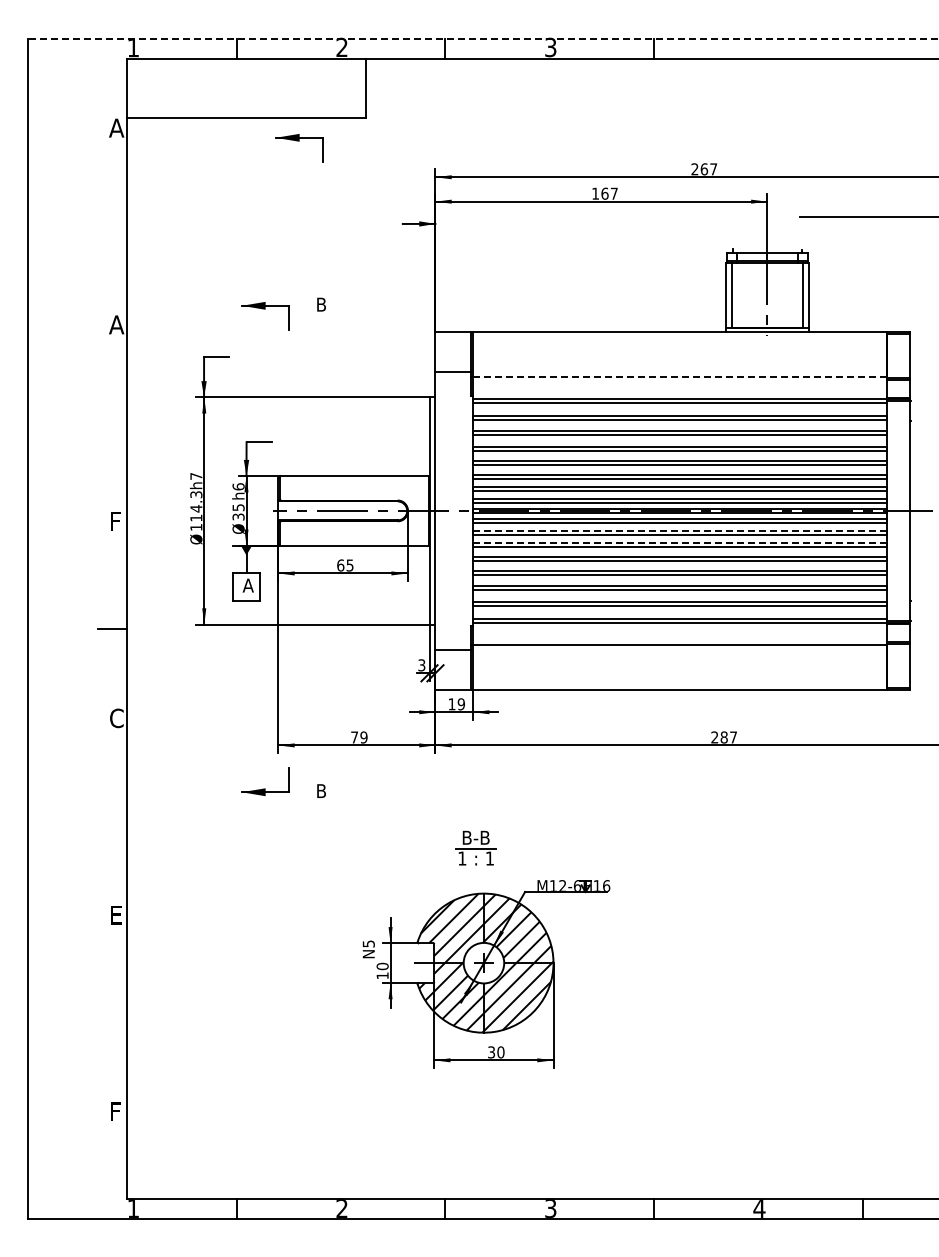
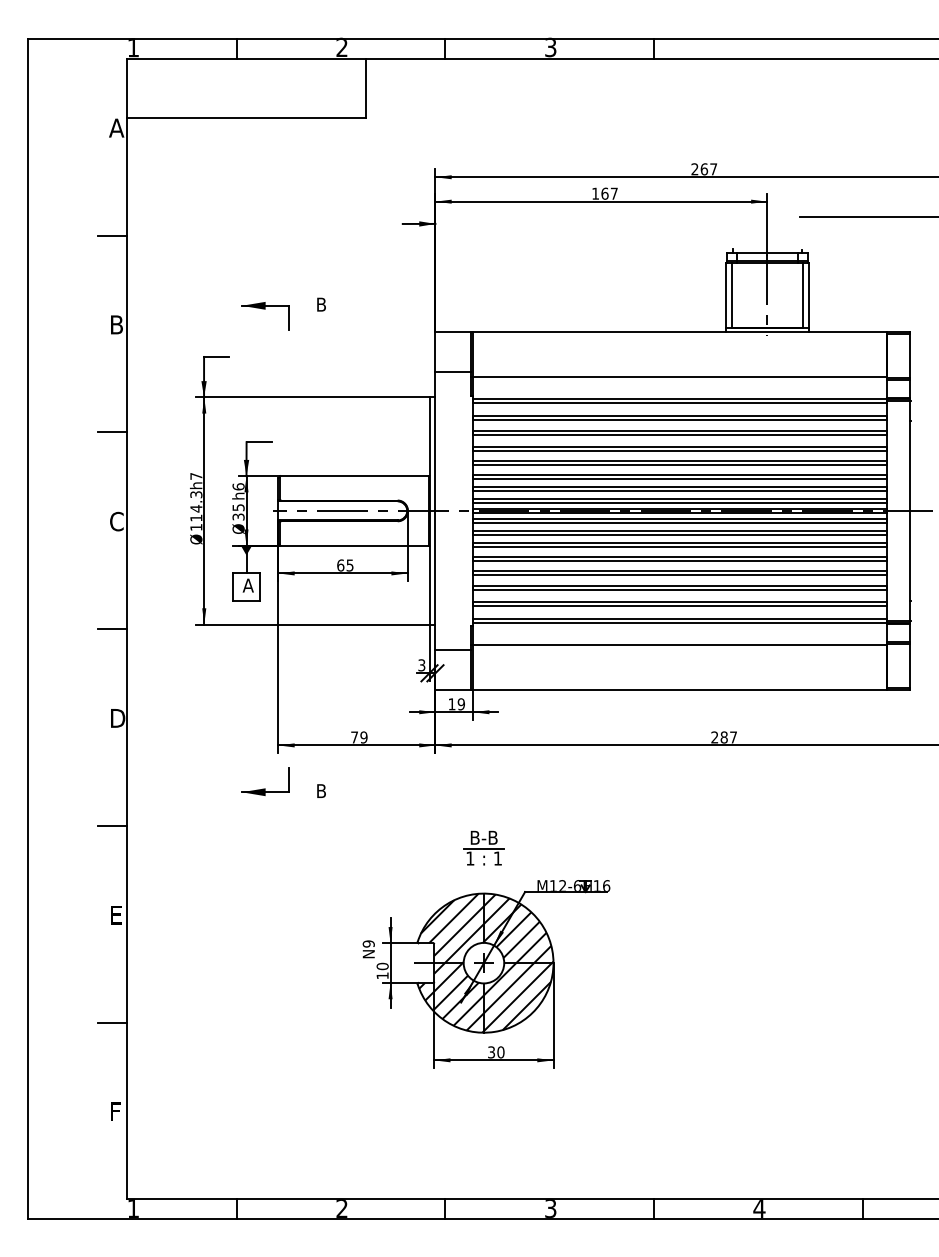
line at (482, 38): dashed -> solid
part at (299, 141): present -> none
line at (112, 235): none -> present
text at (116, 324): A -> B
line at (679, 376): dashed -> solid
line at (112, 432): none -> present
text at (116, 521): F -> C
line at (679, 530): dashed -> solid
line at (679, 542): dashed -> solid
text at (117, 718): C -> D
line at (112, 825): none -> present
part at (475, 847) position: (475, 847) -> (483, 847)
text at (368, 943): N5 -> N9
line at (112, 1022): none -> present
